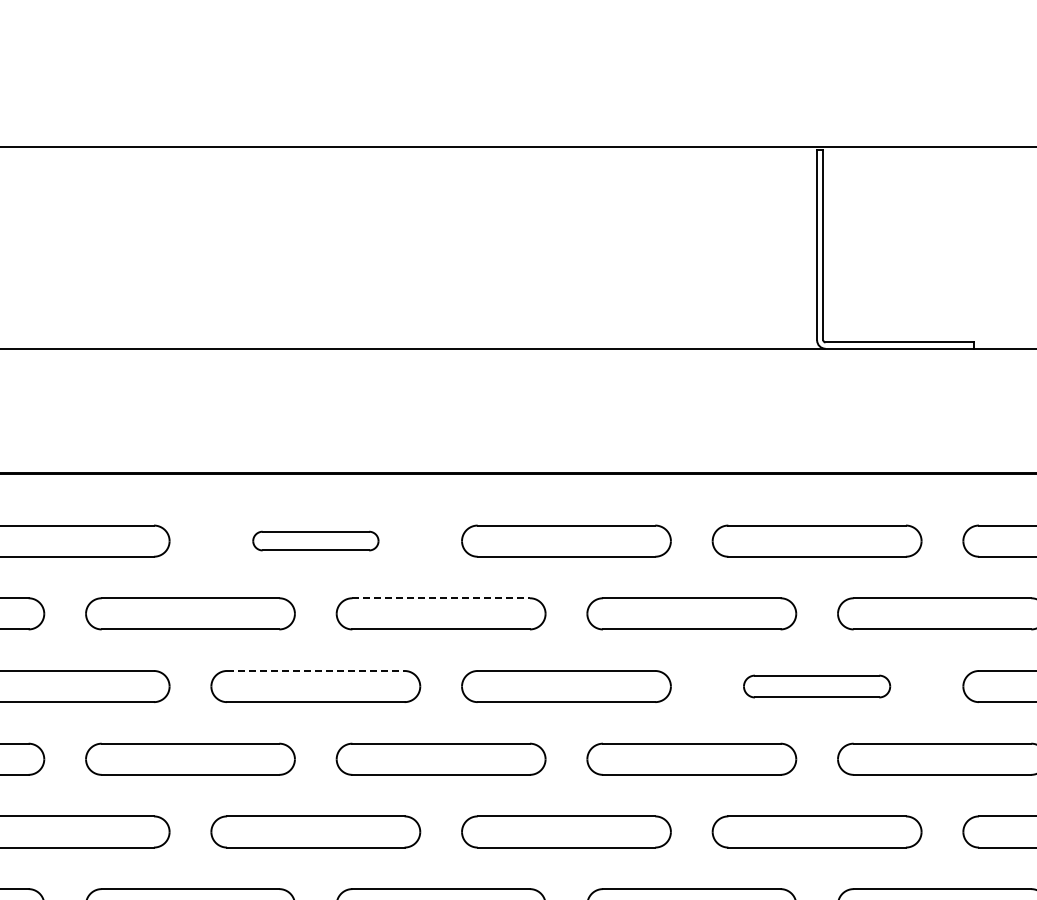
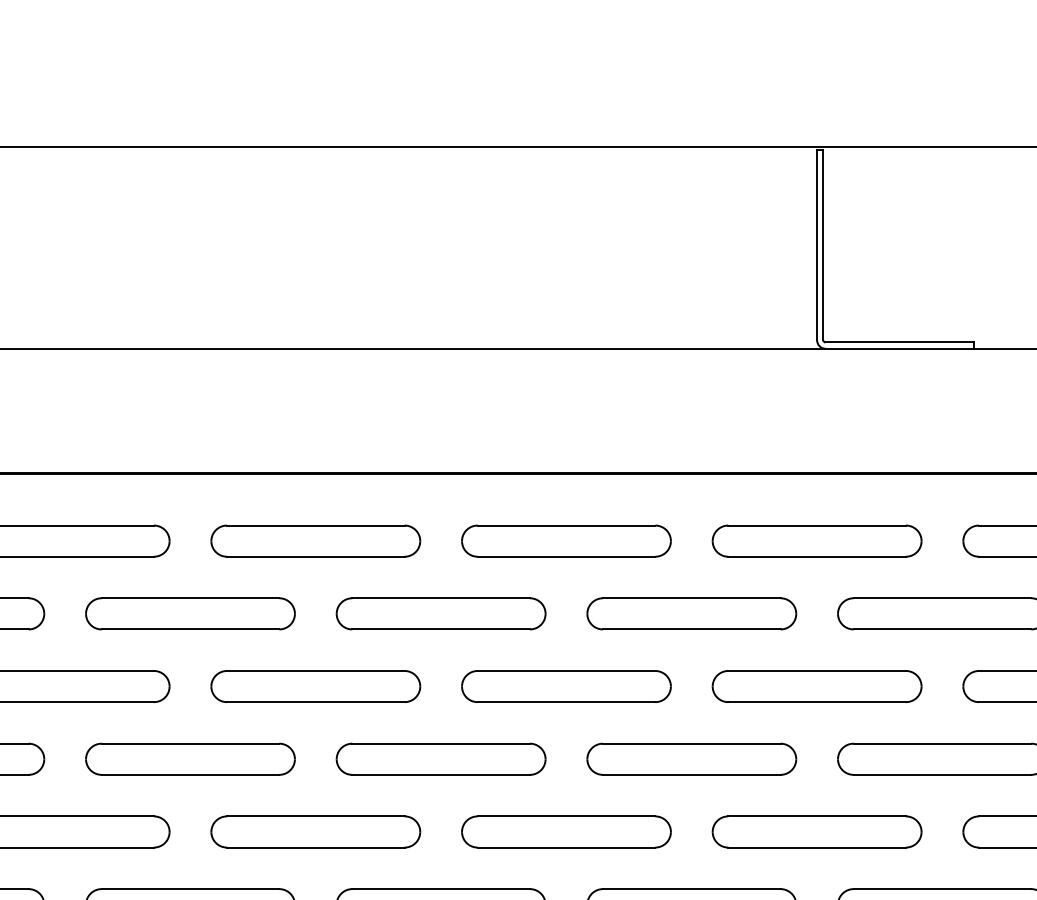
part at (315, 540) size: 128x22 px -> 212x34 px
line at (441, 598): dashed -> solid
line at (315, 670): dashed -> solid
part at (817, 686) size: 149x25 px -> 212x33 px
